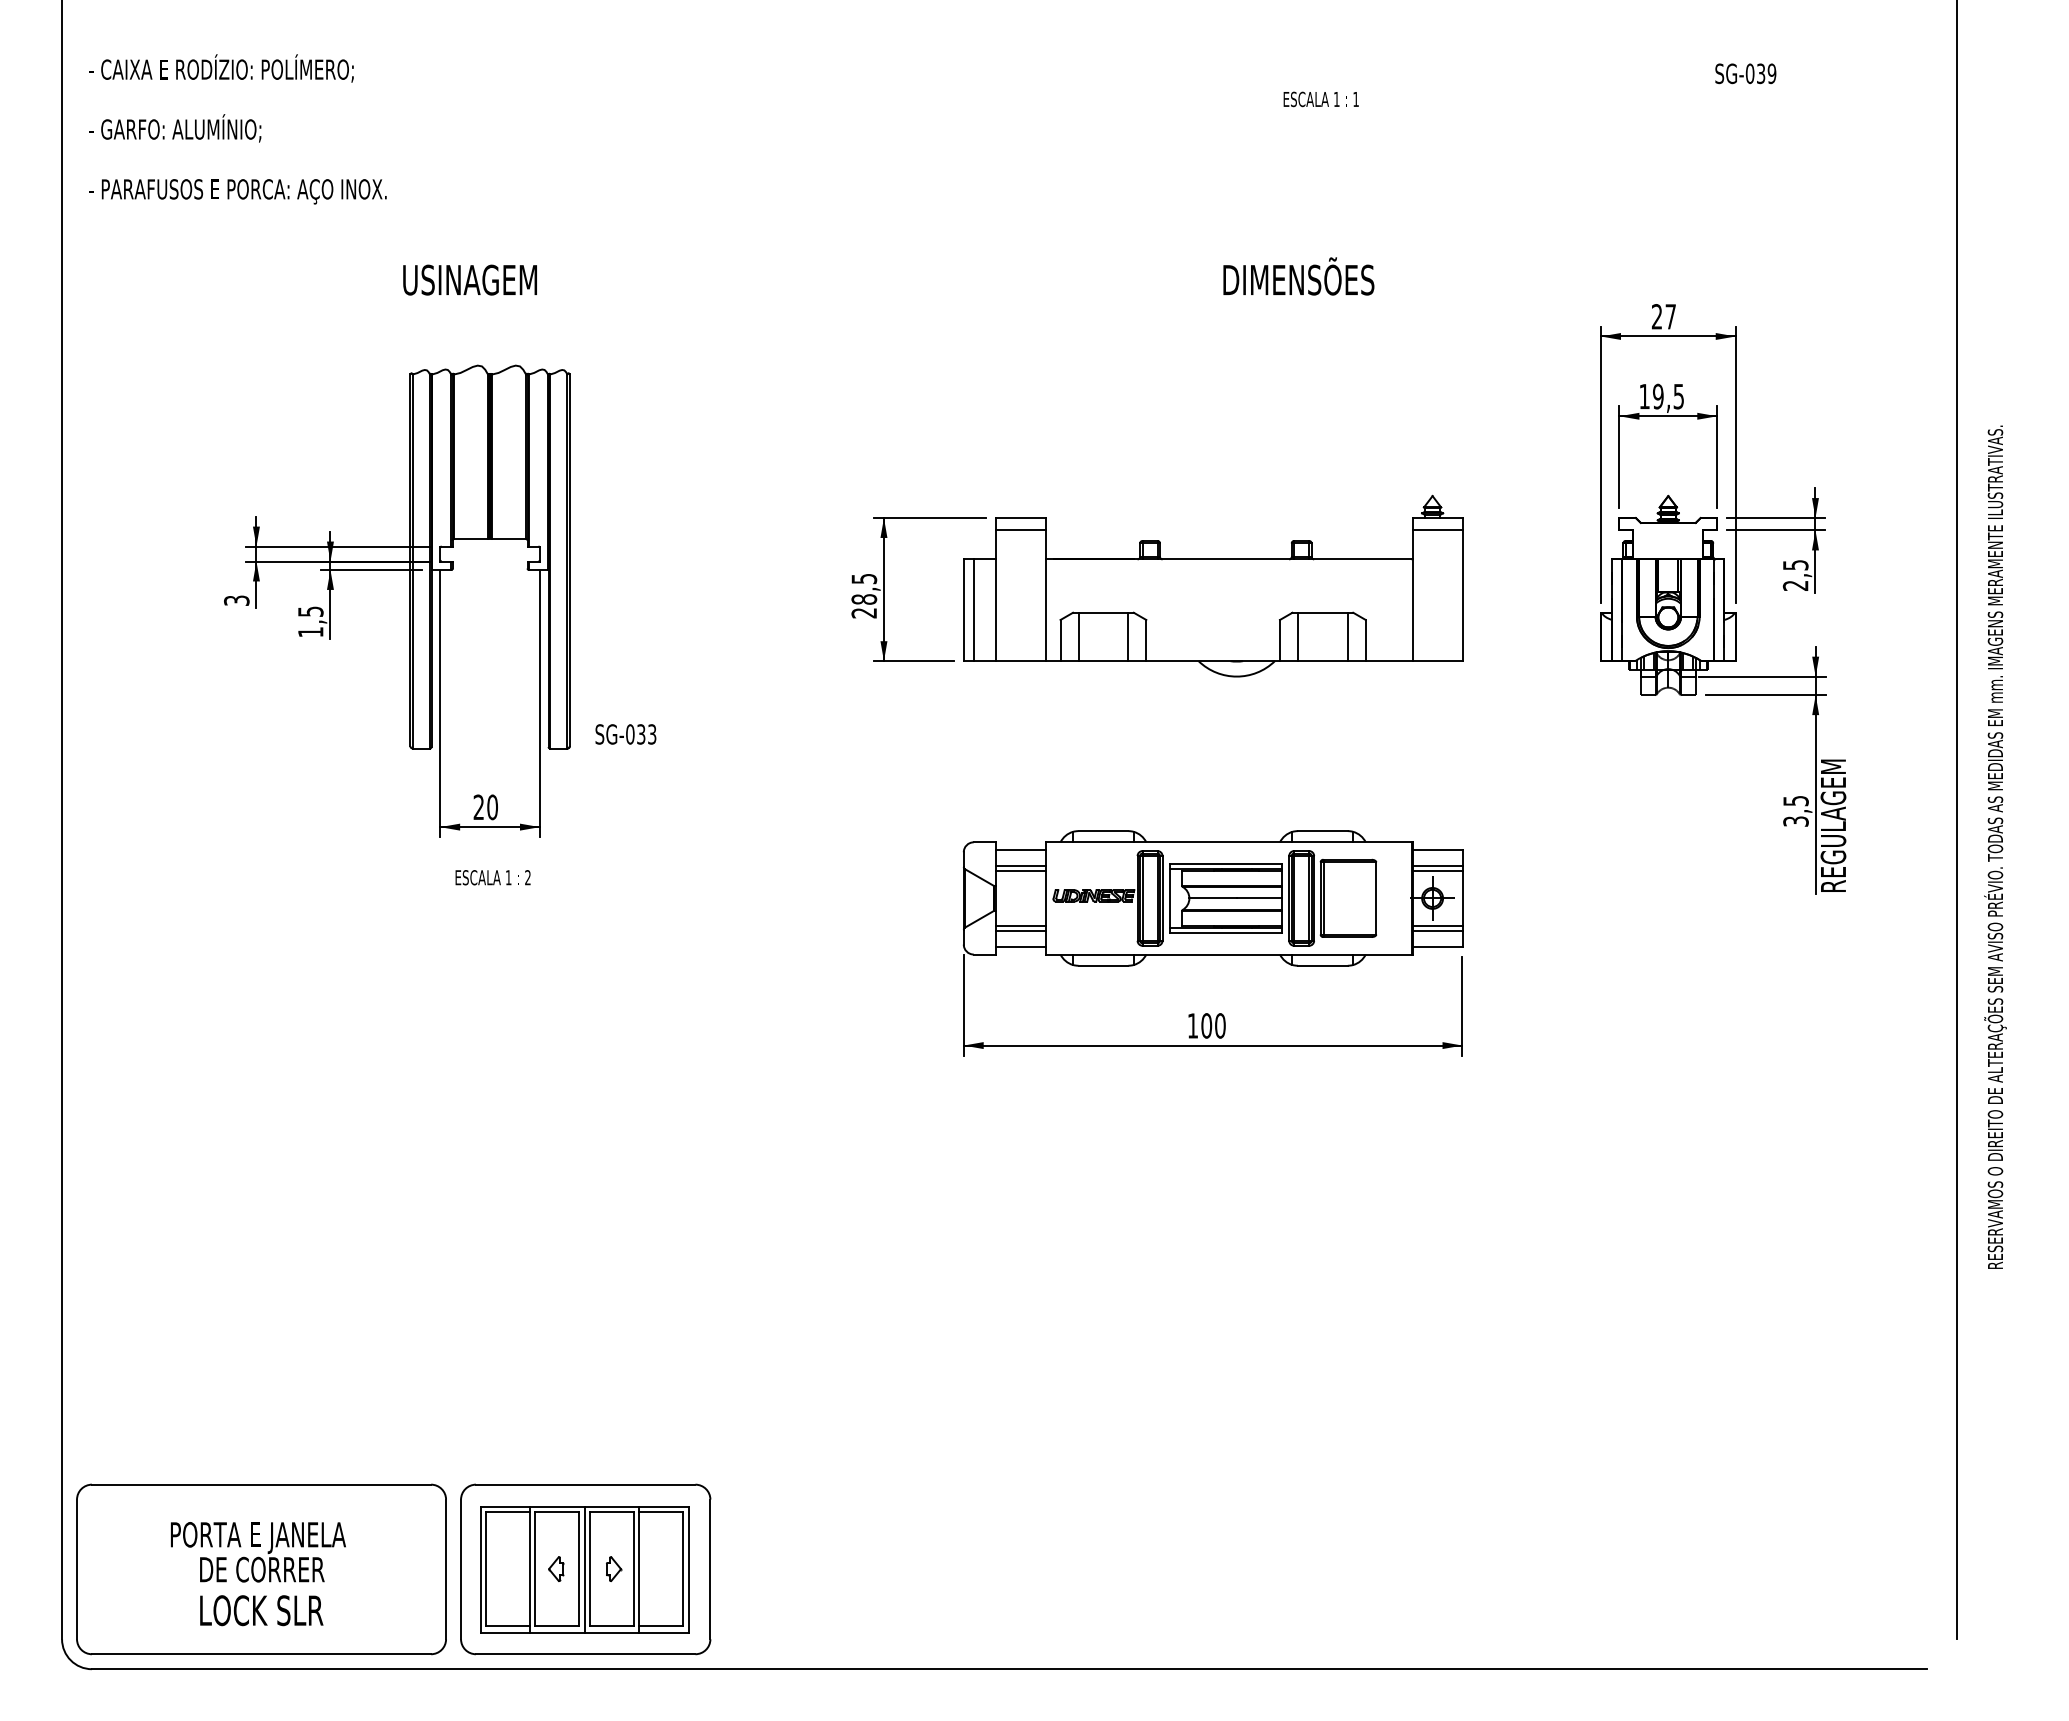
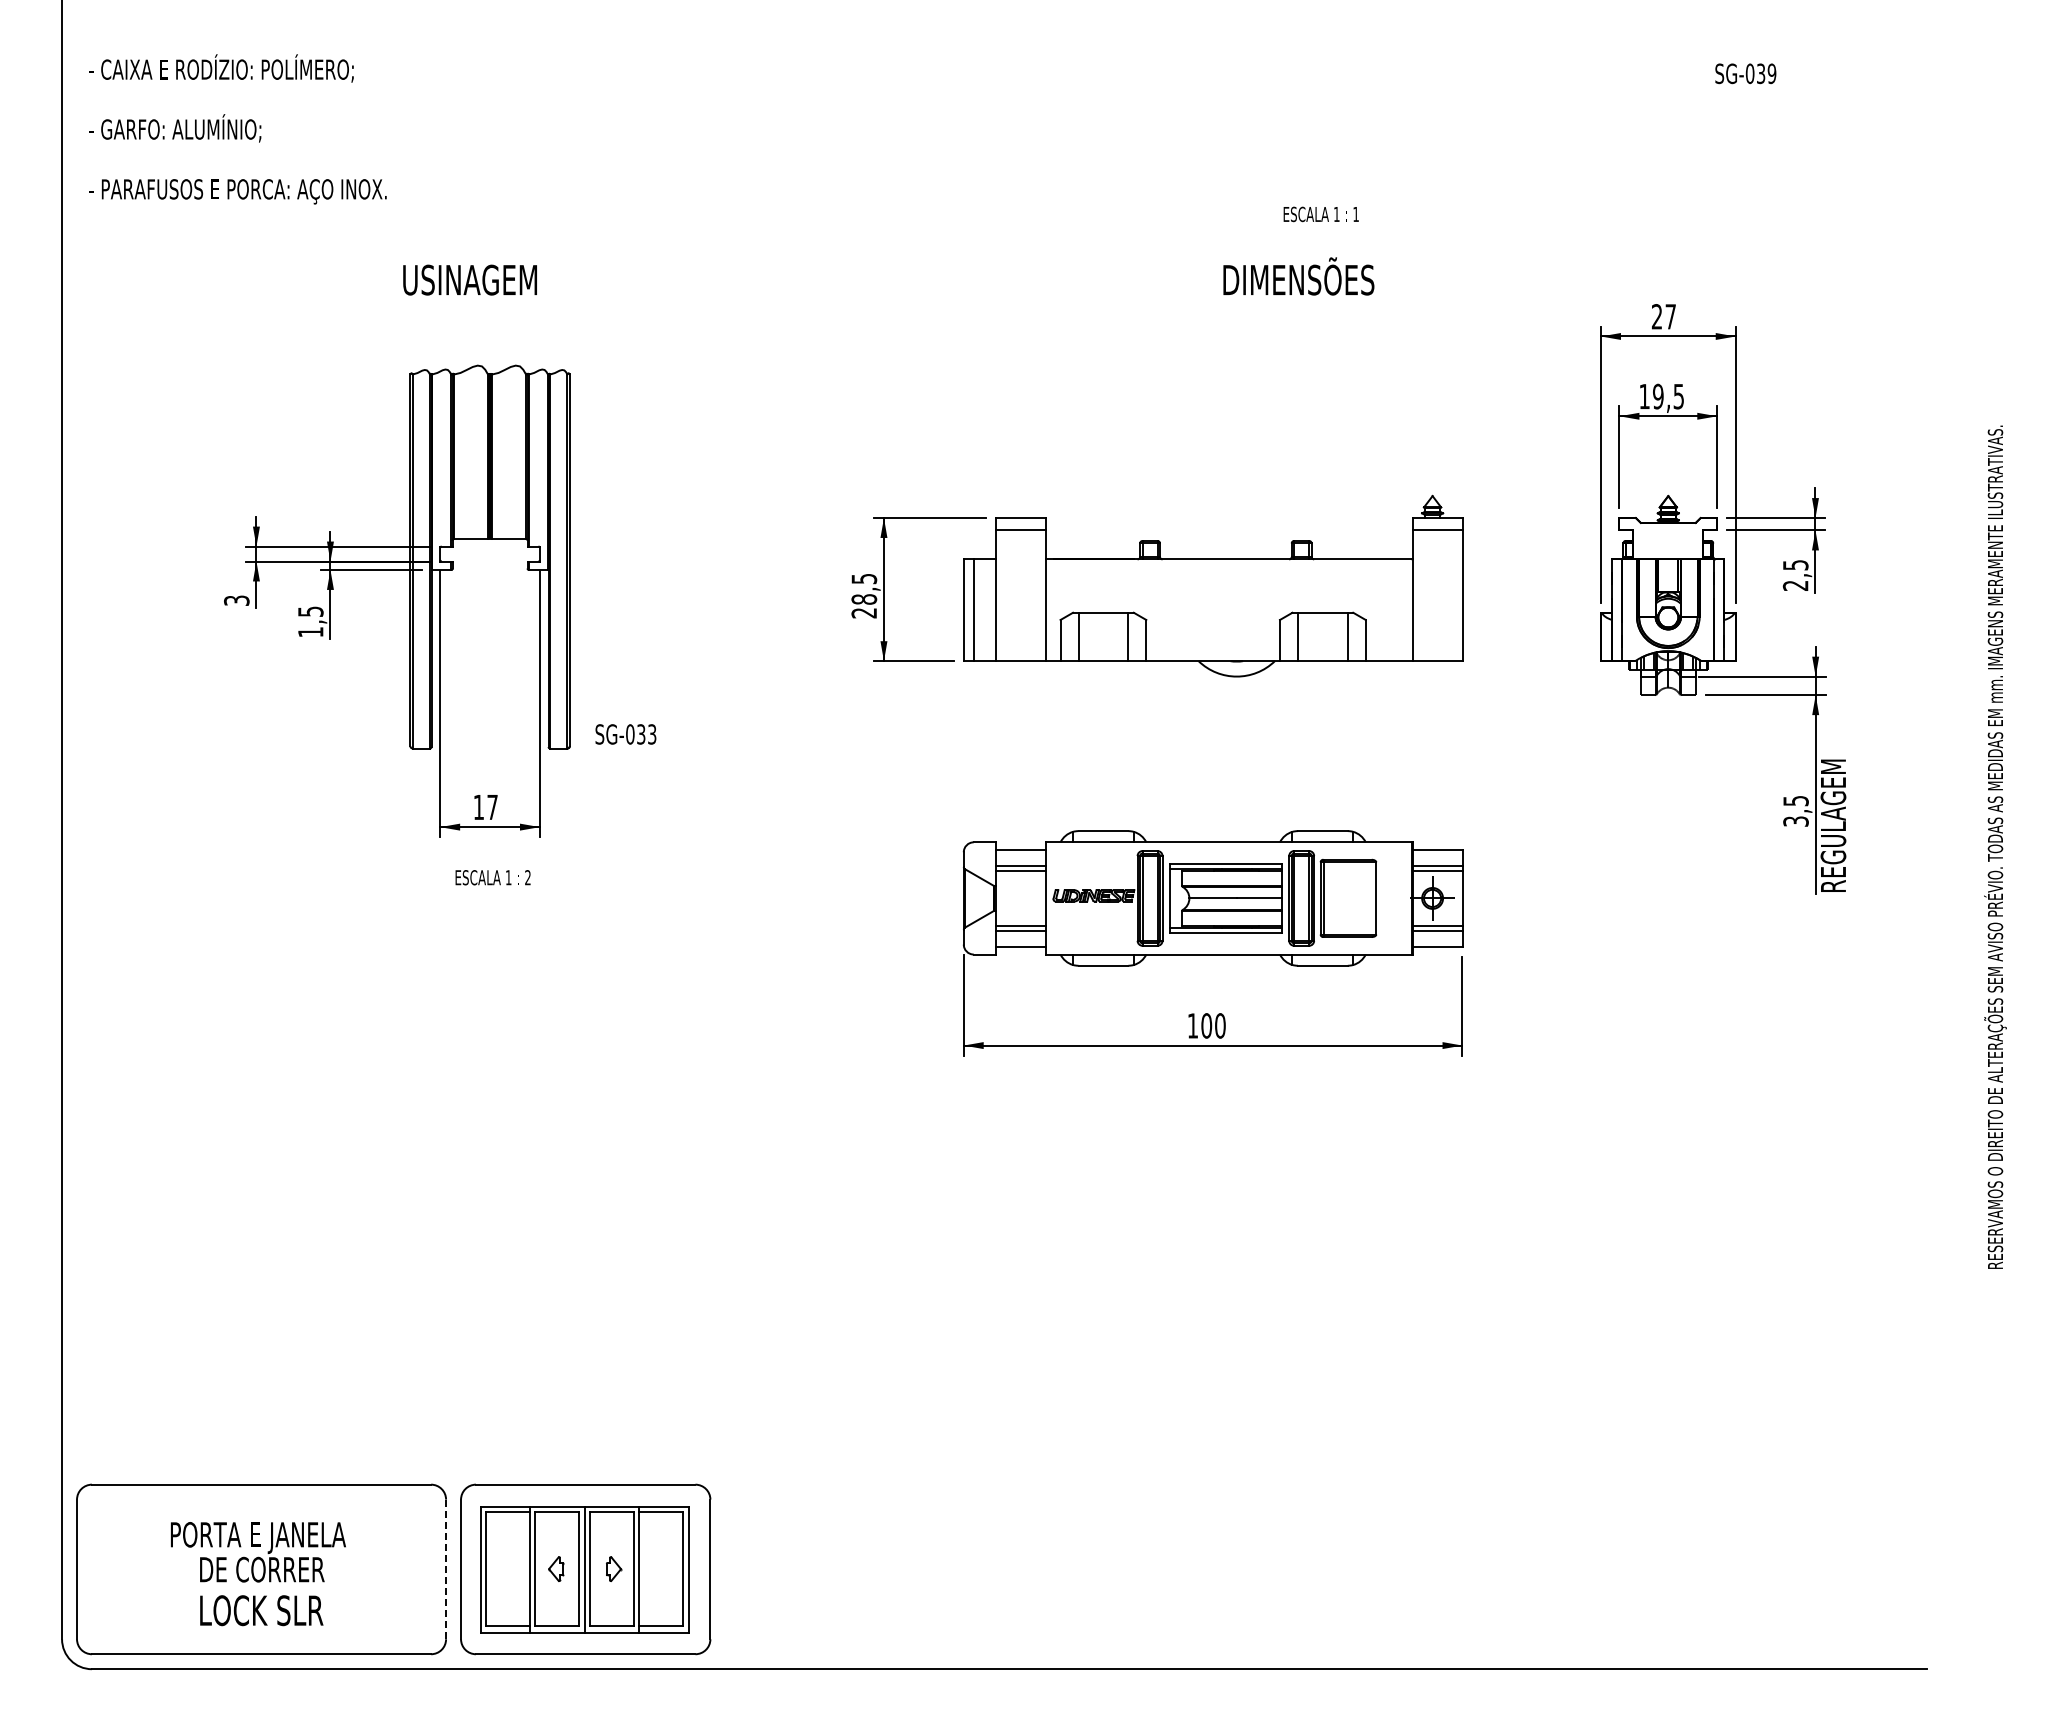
text at (1320, 99) position: (1320, 99) -> (1320, 214)
text at (485, 807): 20 -> 17
line at (1957, 820): present -> none
line at (446, 1569): solid -> dashed
